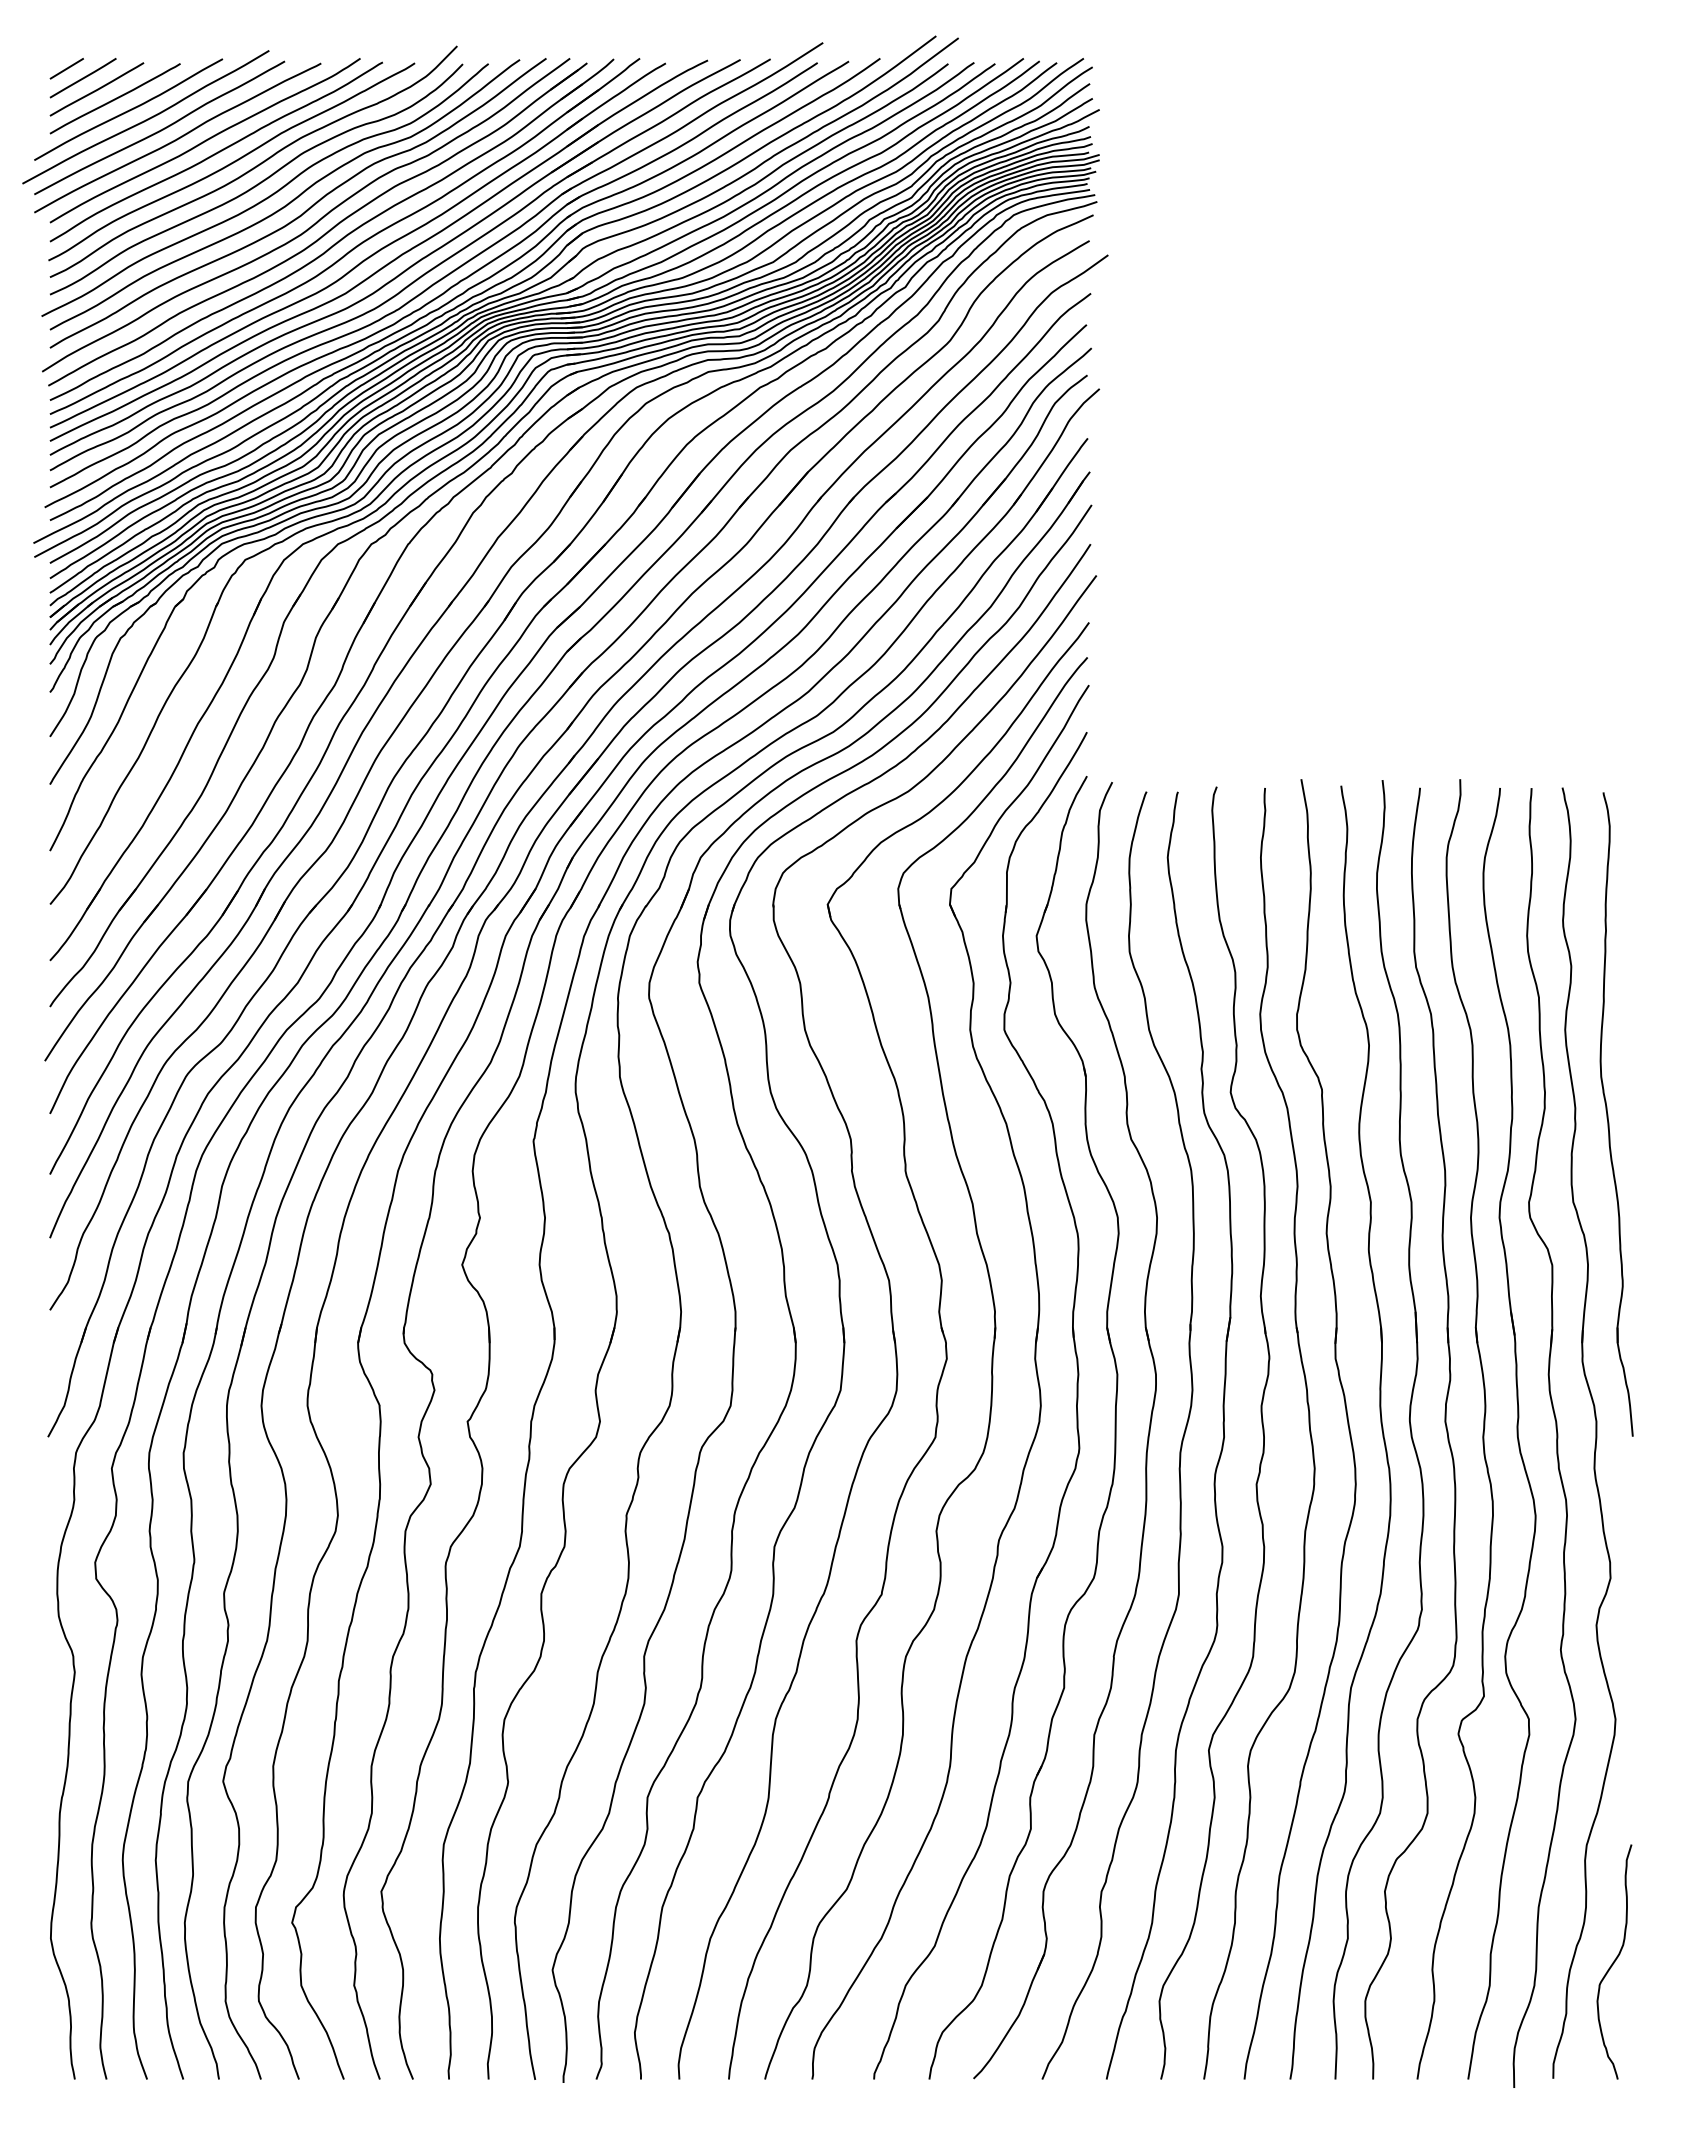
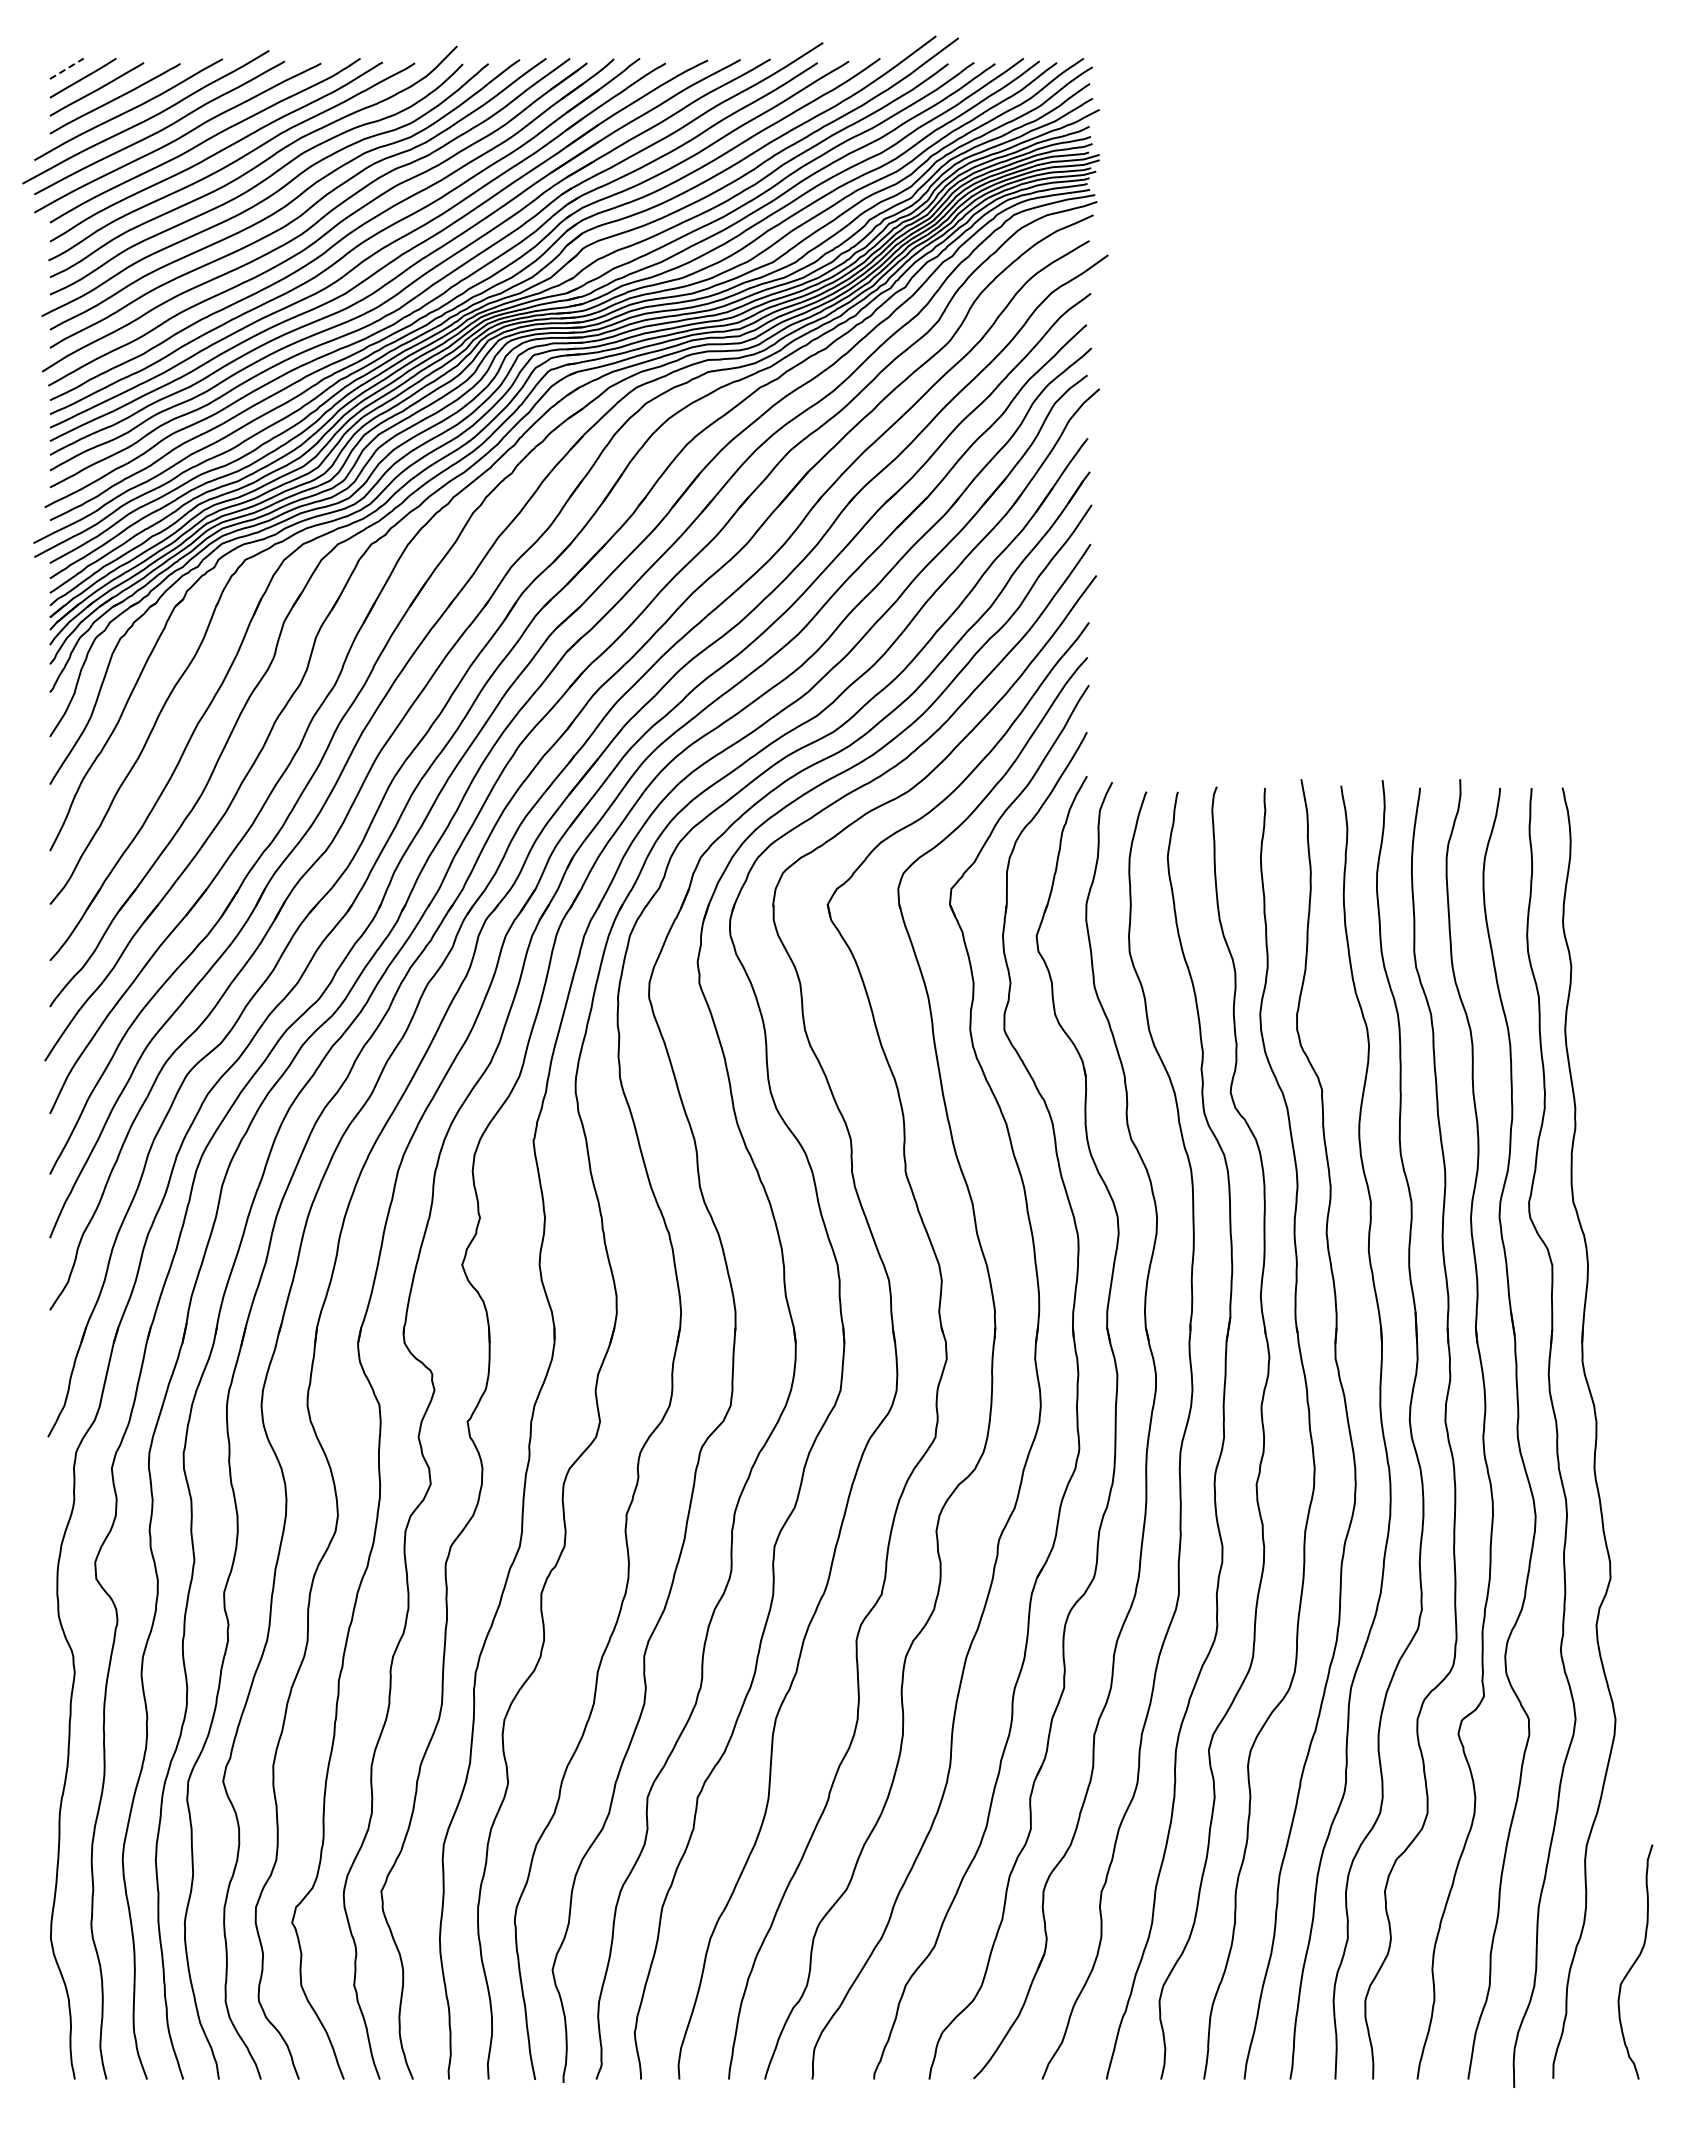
line at (66, 68): solid -> dashed
part at (1608, 1114): present -> none
curve at (1614, 1961) position: (1614, 1961) -> (1635, 1961)
